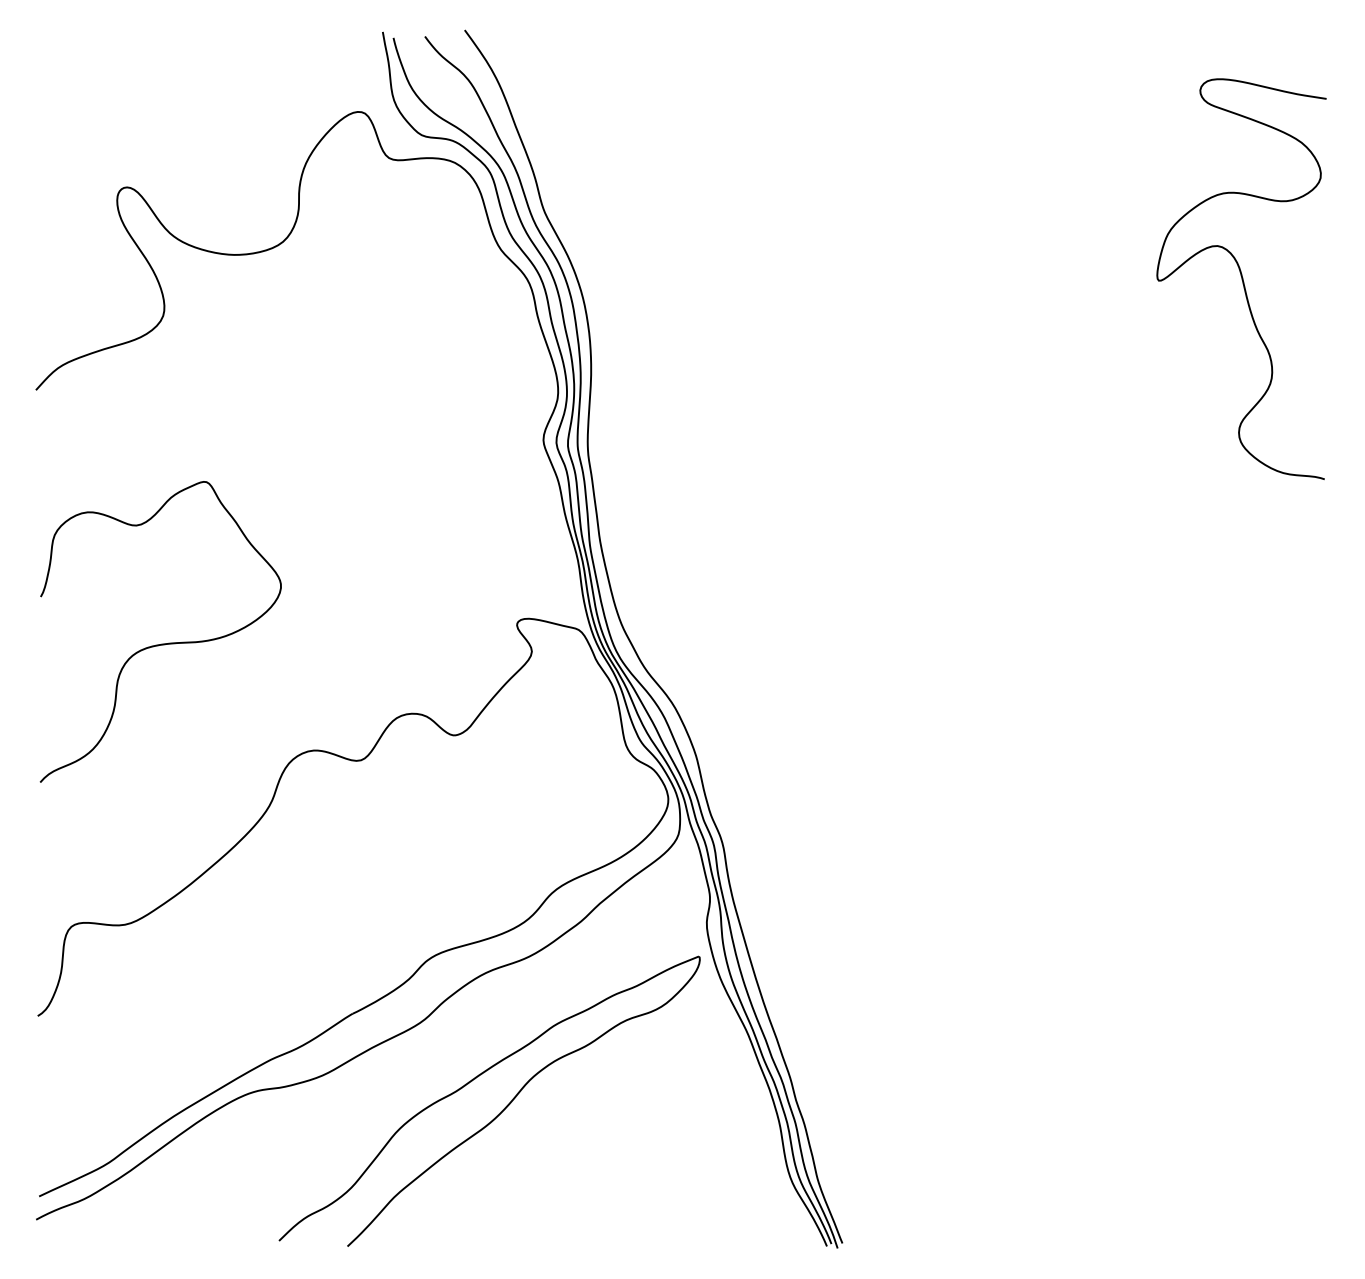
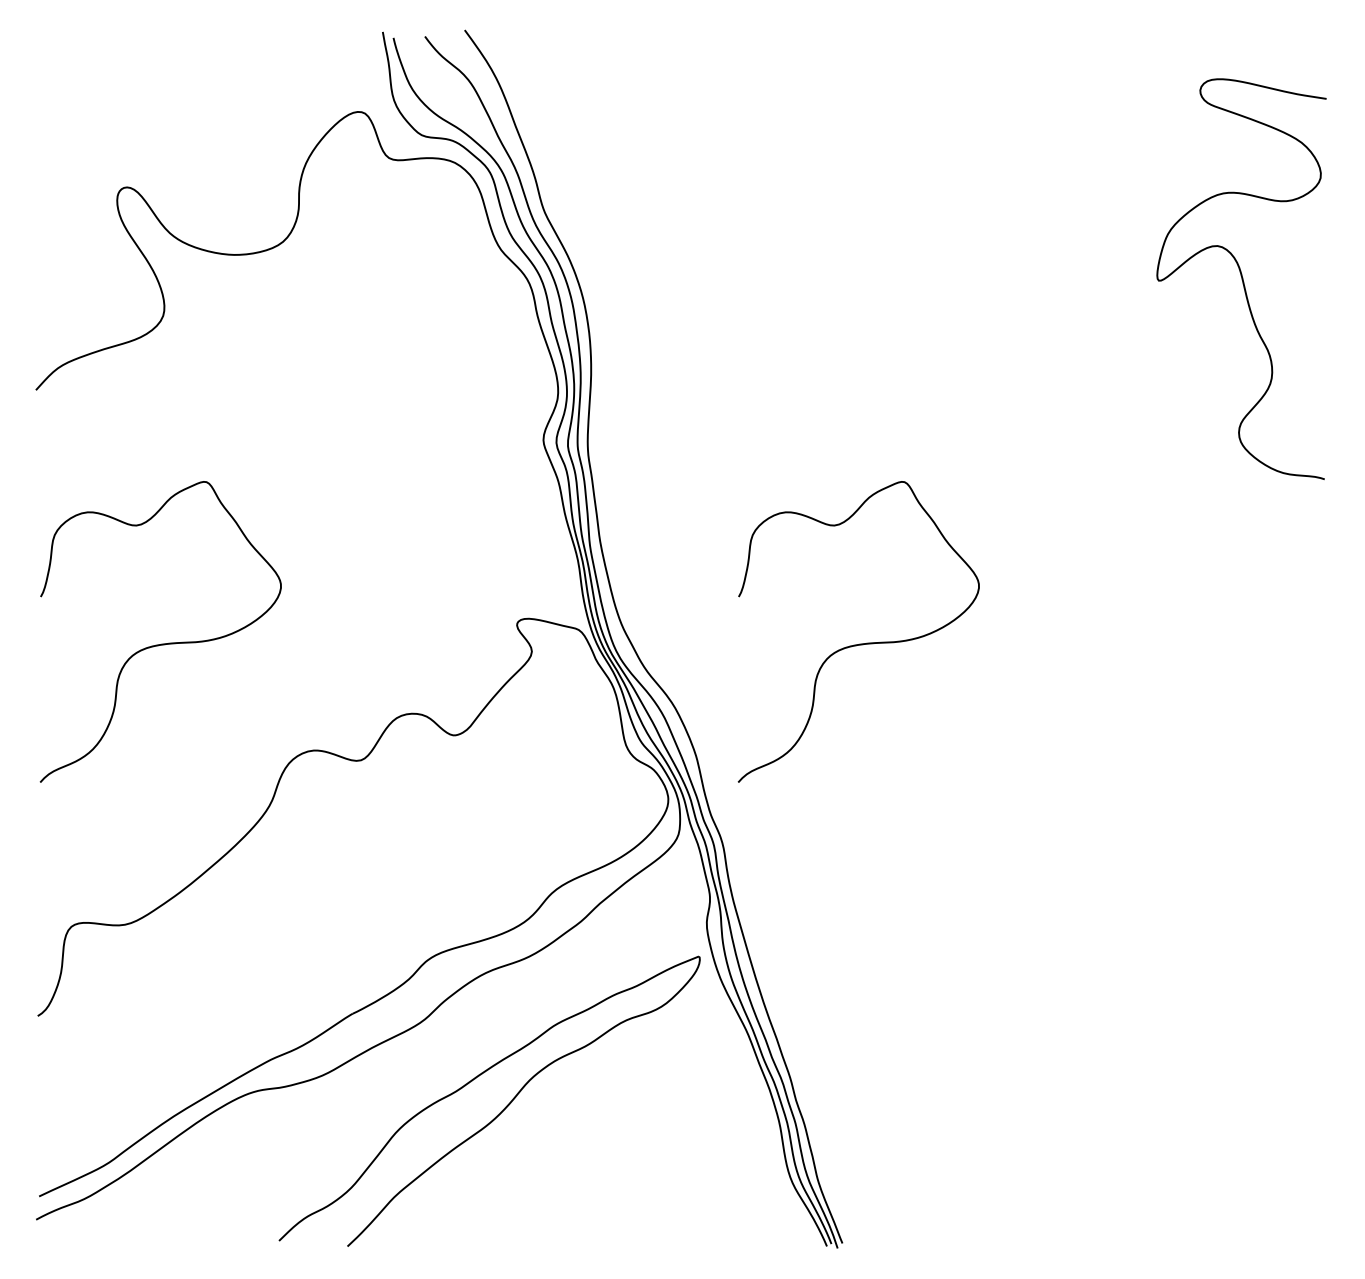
curve at (859, 643): none -> present
